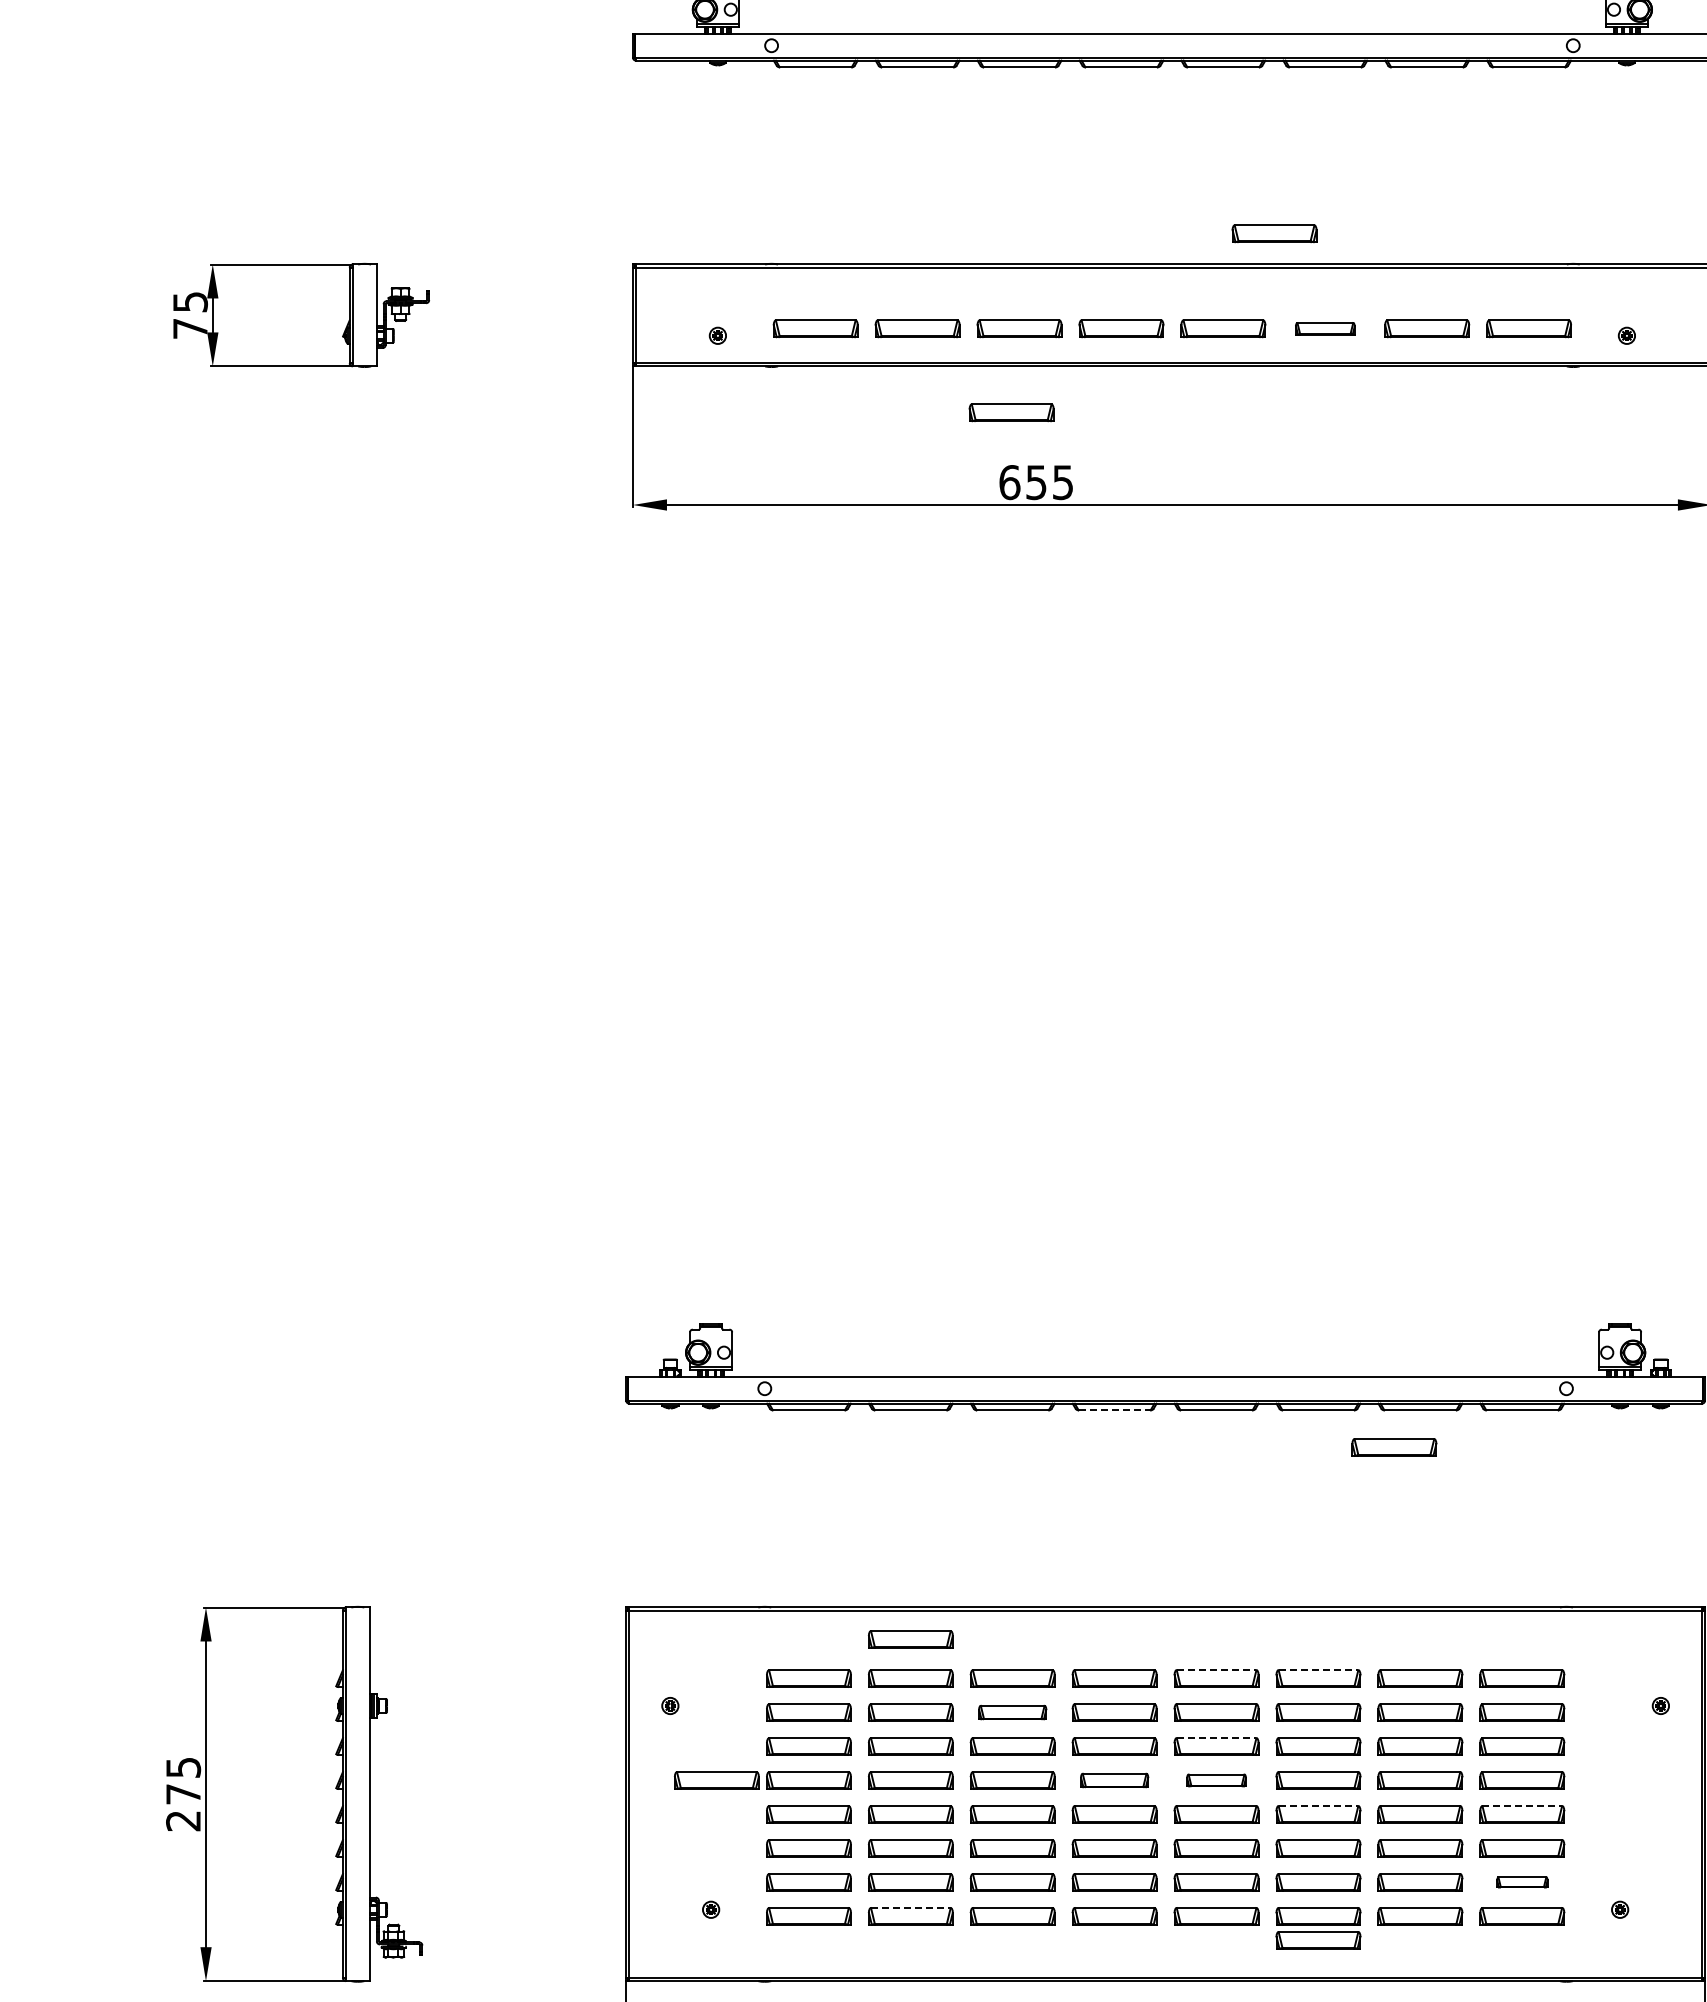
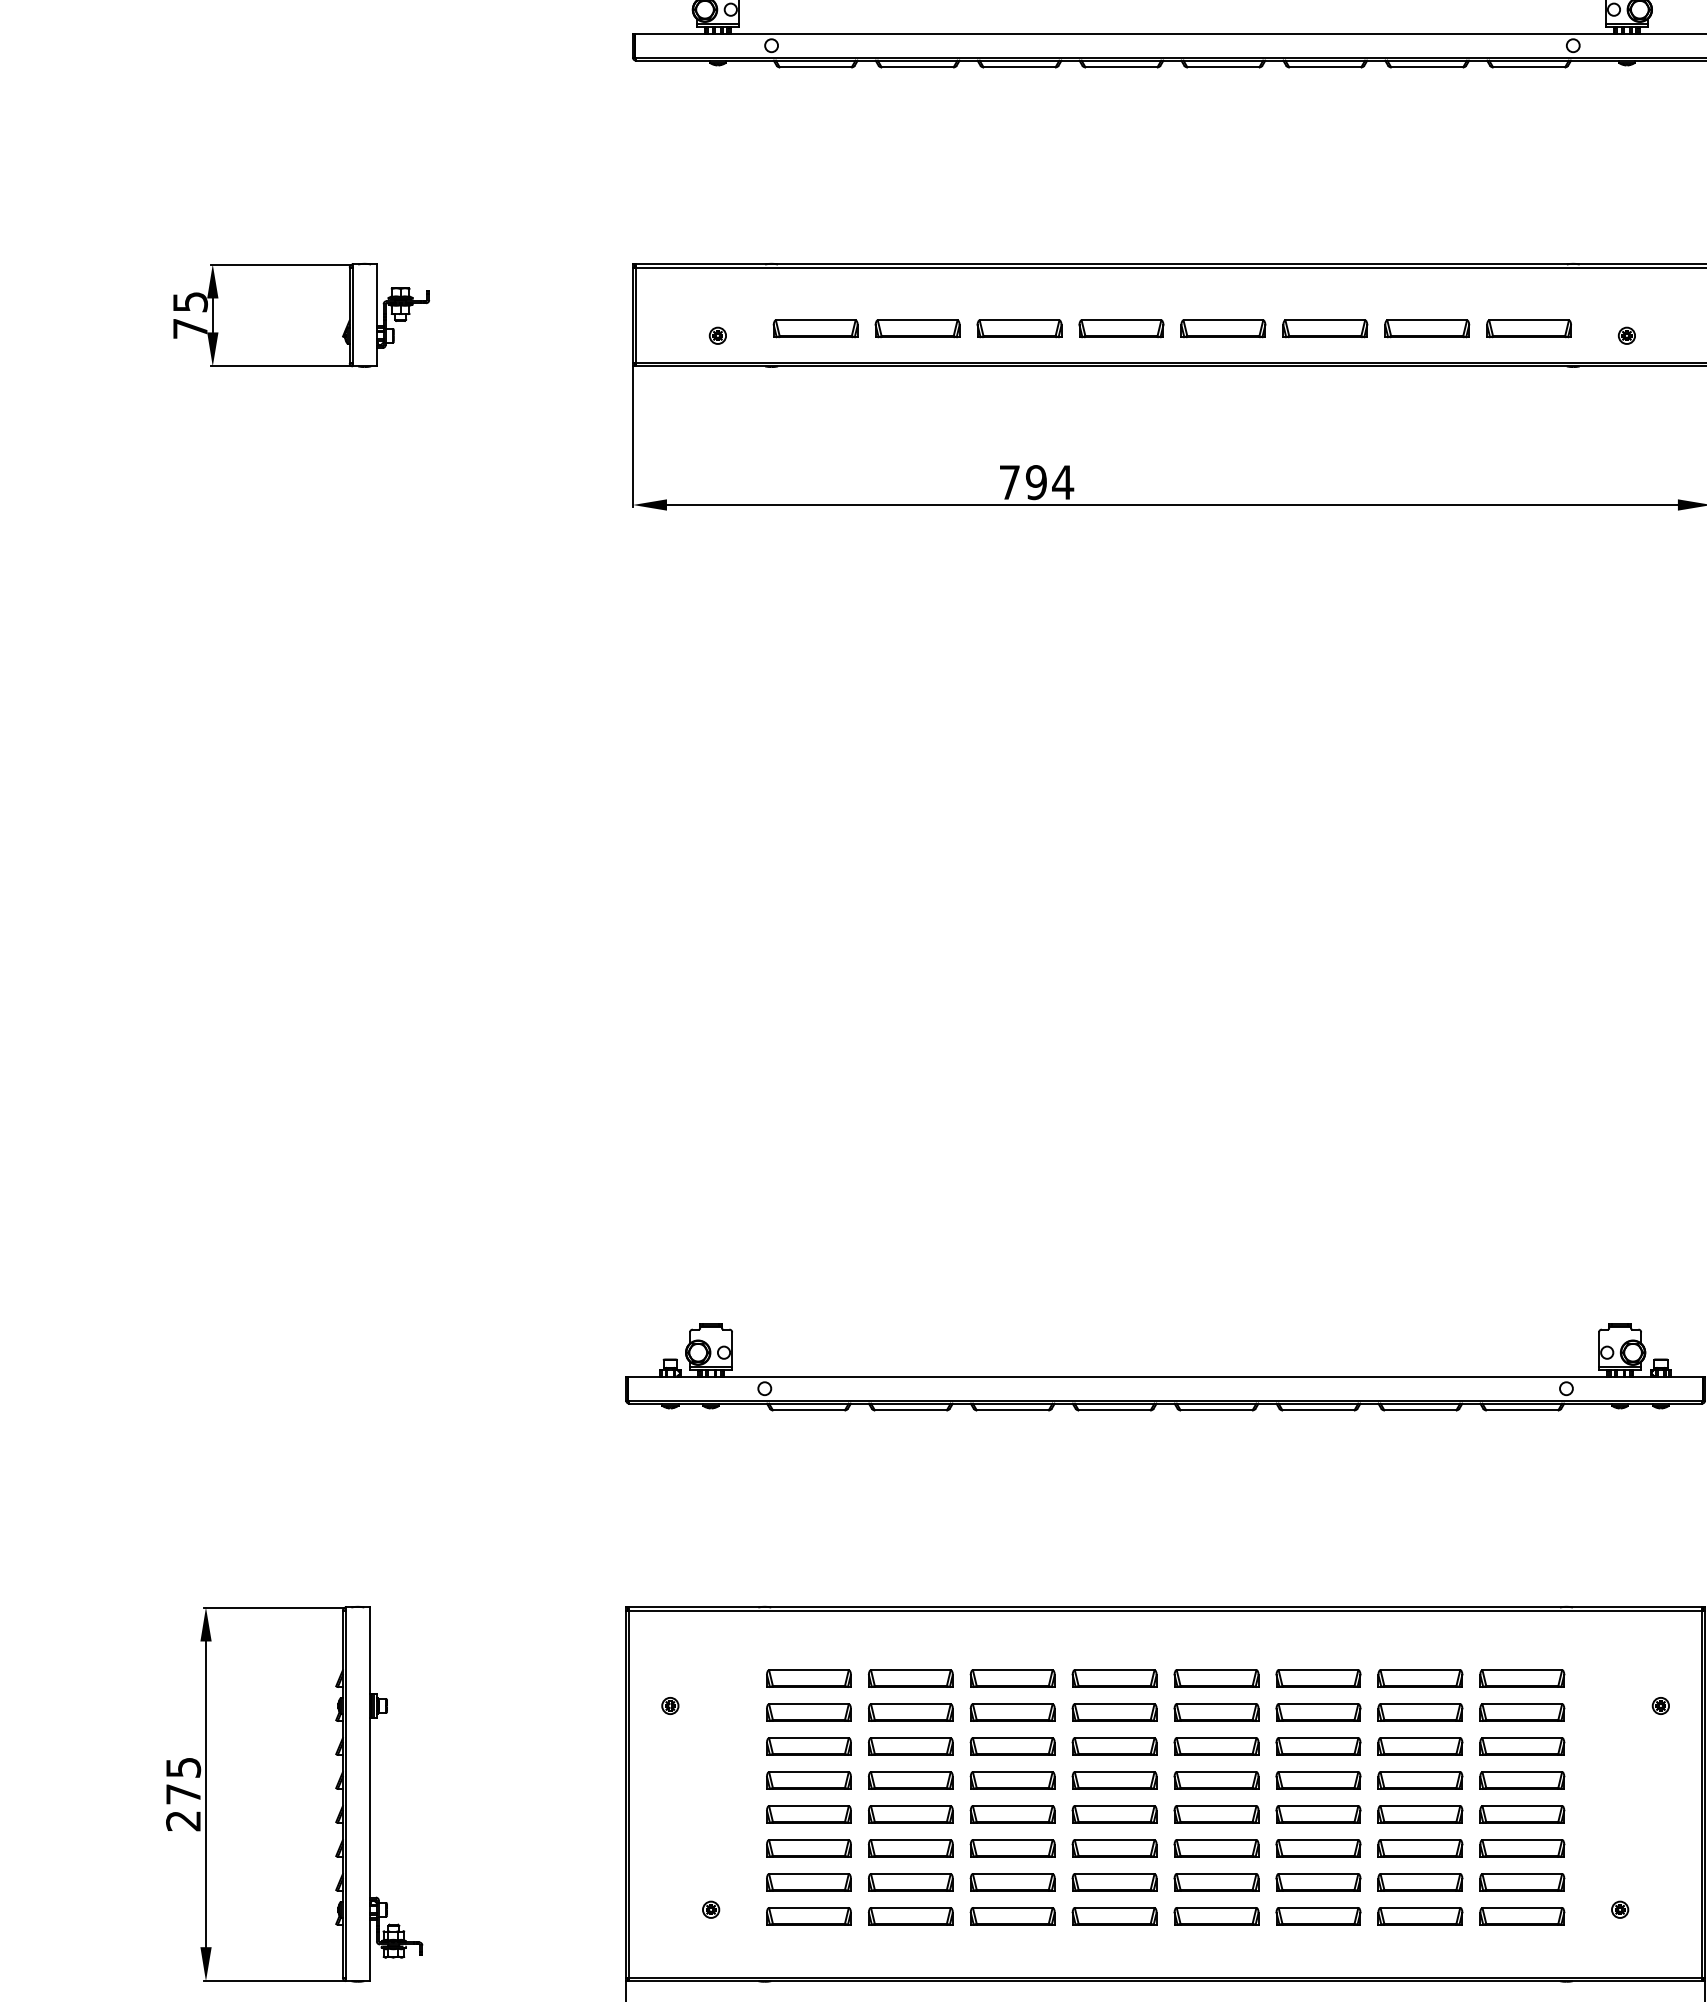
part at (1274, 233): present -> none
part at (1325, 328) size: 61x14 px -> 87x20 px
part at (1011, 412): present -> none
text at (1036, 482): 655 -> 794
line at (1114, 1410): dashed -> solid
part at (1394, 1447): present -> none
part at (910, 1639): present -> none
line at (1216, 1670): dashed -> solid
line at (1318, 1670): dashed -> solid
part at (1012, 1712) size: 70x17 px -> 87x19 px
line at (1216, 1738): dashed -> solid
part at (716, 1780): present -> none
part at (1114, 1780) size: 70x17 px -> 87x19 px
part at (1216, 1780) size: 61x15 px -> 87x19 px
line at (1318, 1806): dashed -> solid
line at (1522, 1806): dashed -> solid
part at (1522, 1882) size: 53x13 px -> 87x19 px
line at (910, 1908): dashed -> solid
part at (1318, 1940): present -> none
